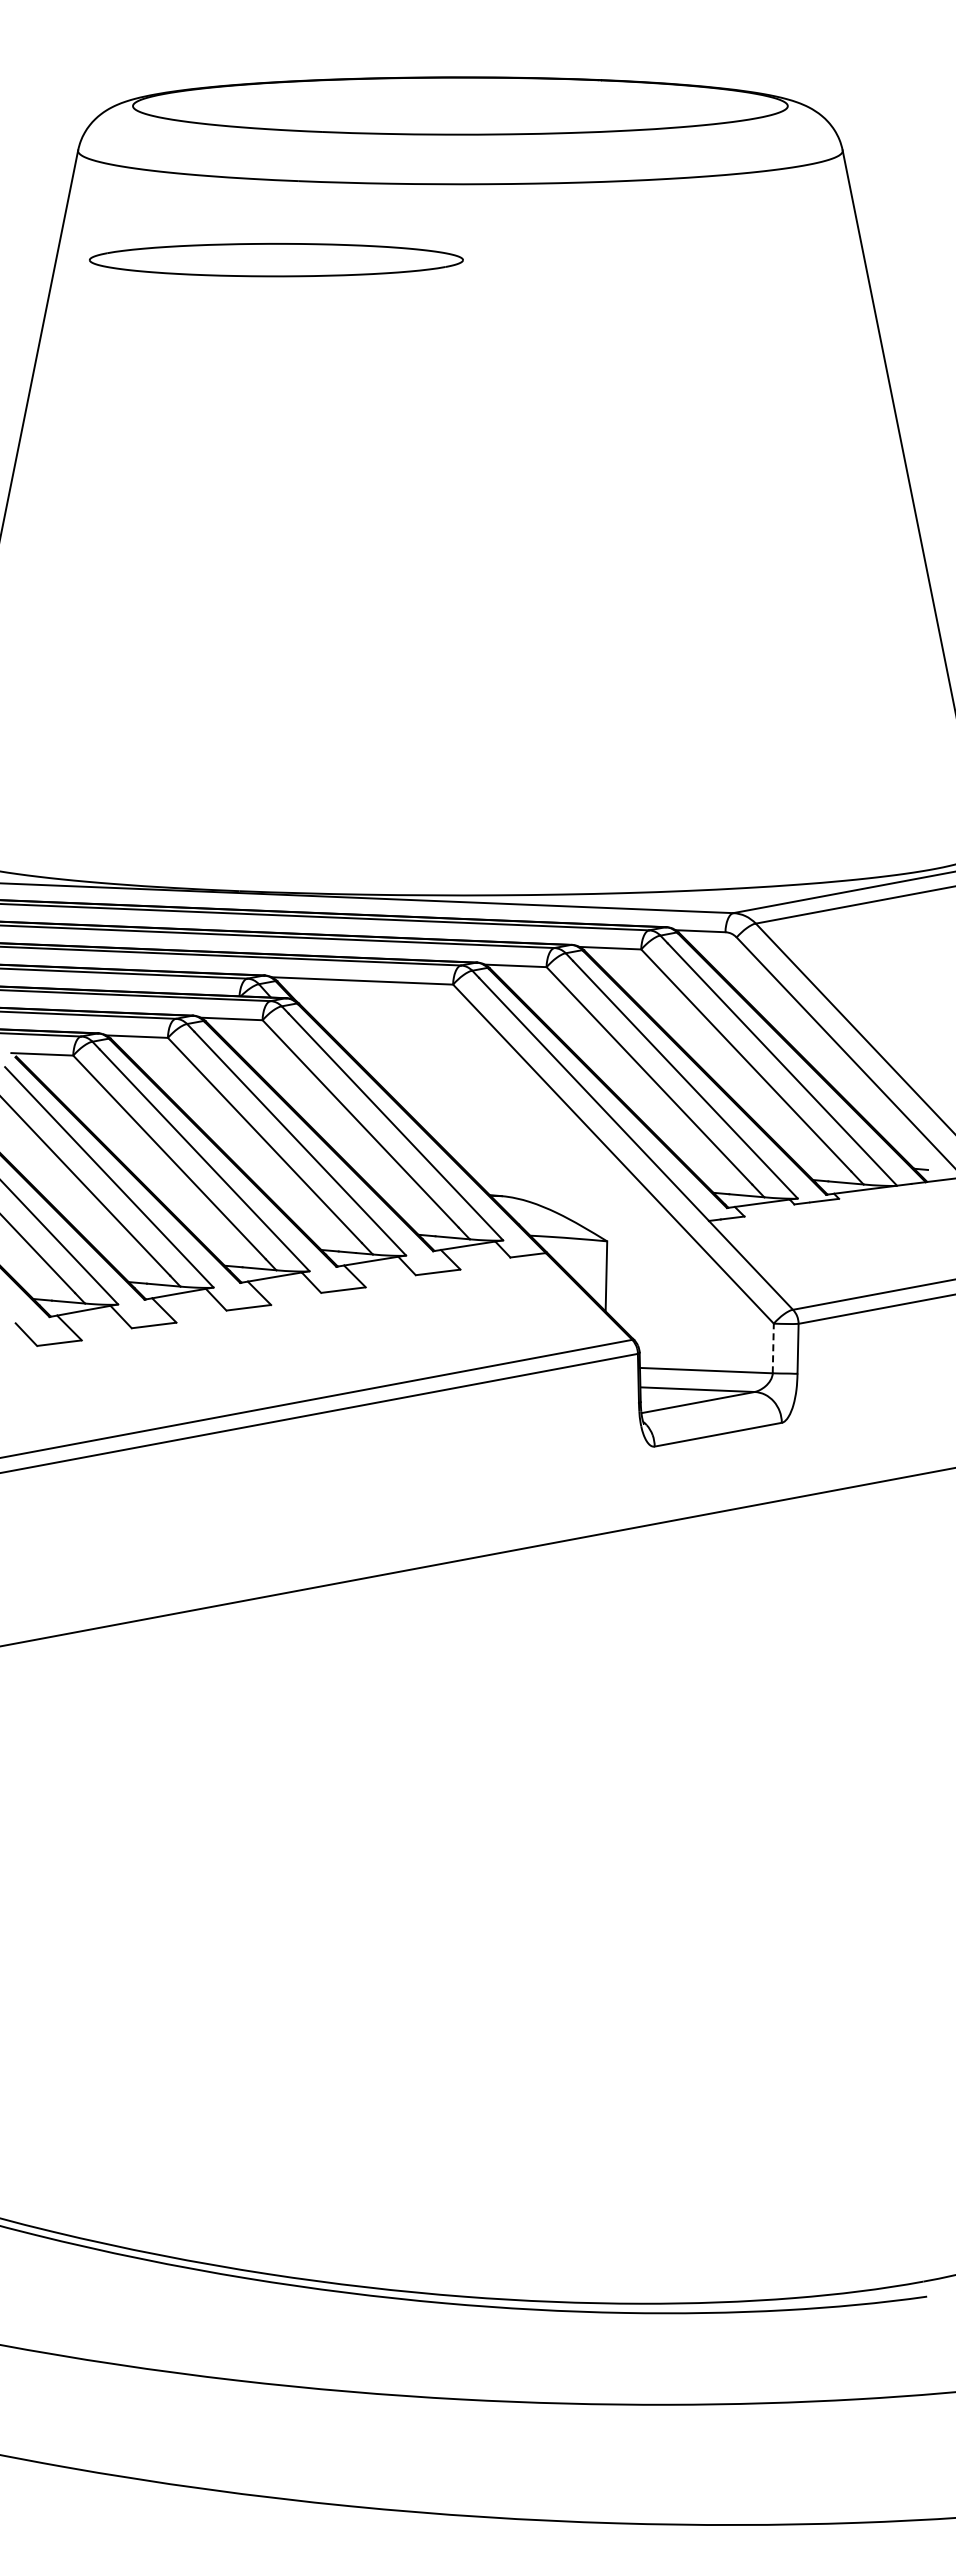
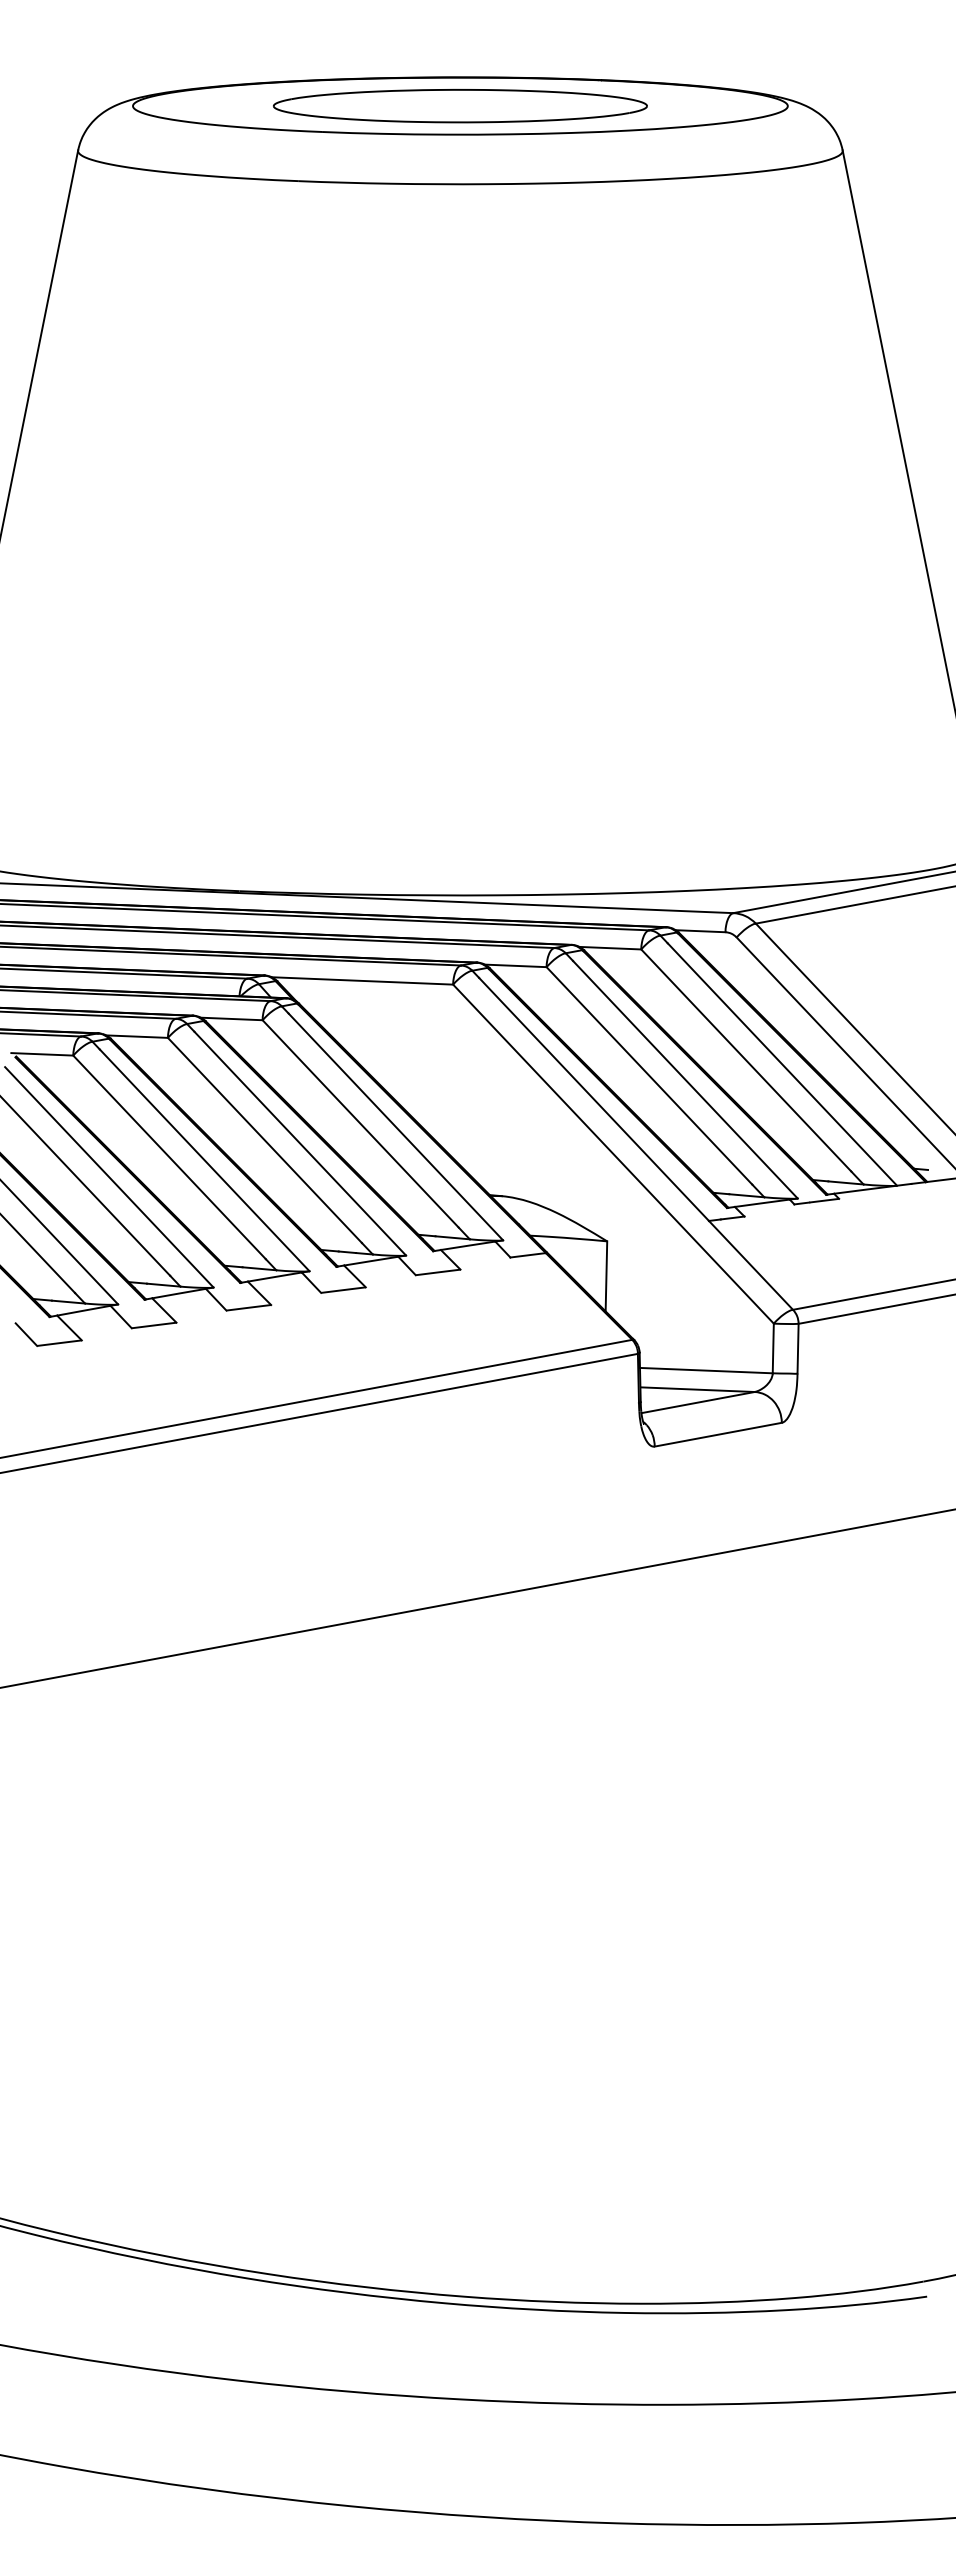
part at (276, 260) position: (276, 260) -> (460, 106)
line at (773, 1348): dashed -> solid
line at (477, 1556) position: (477, 1556) -> (477, 1598)
